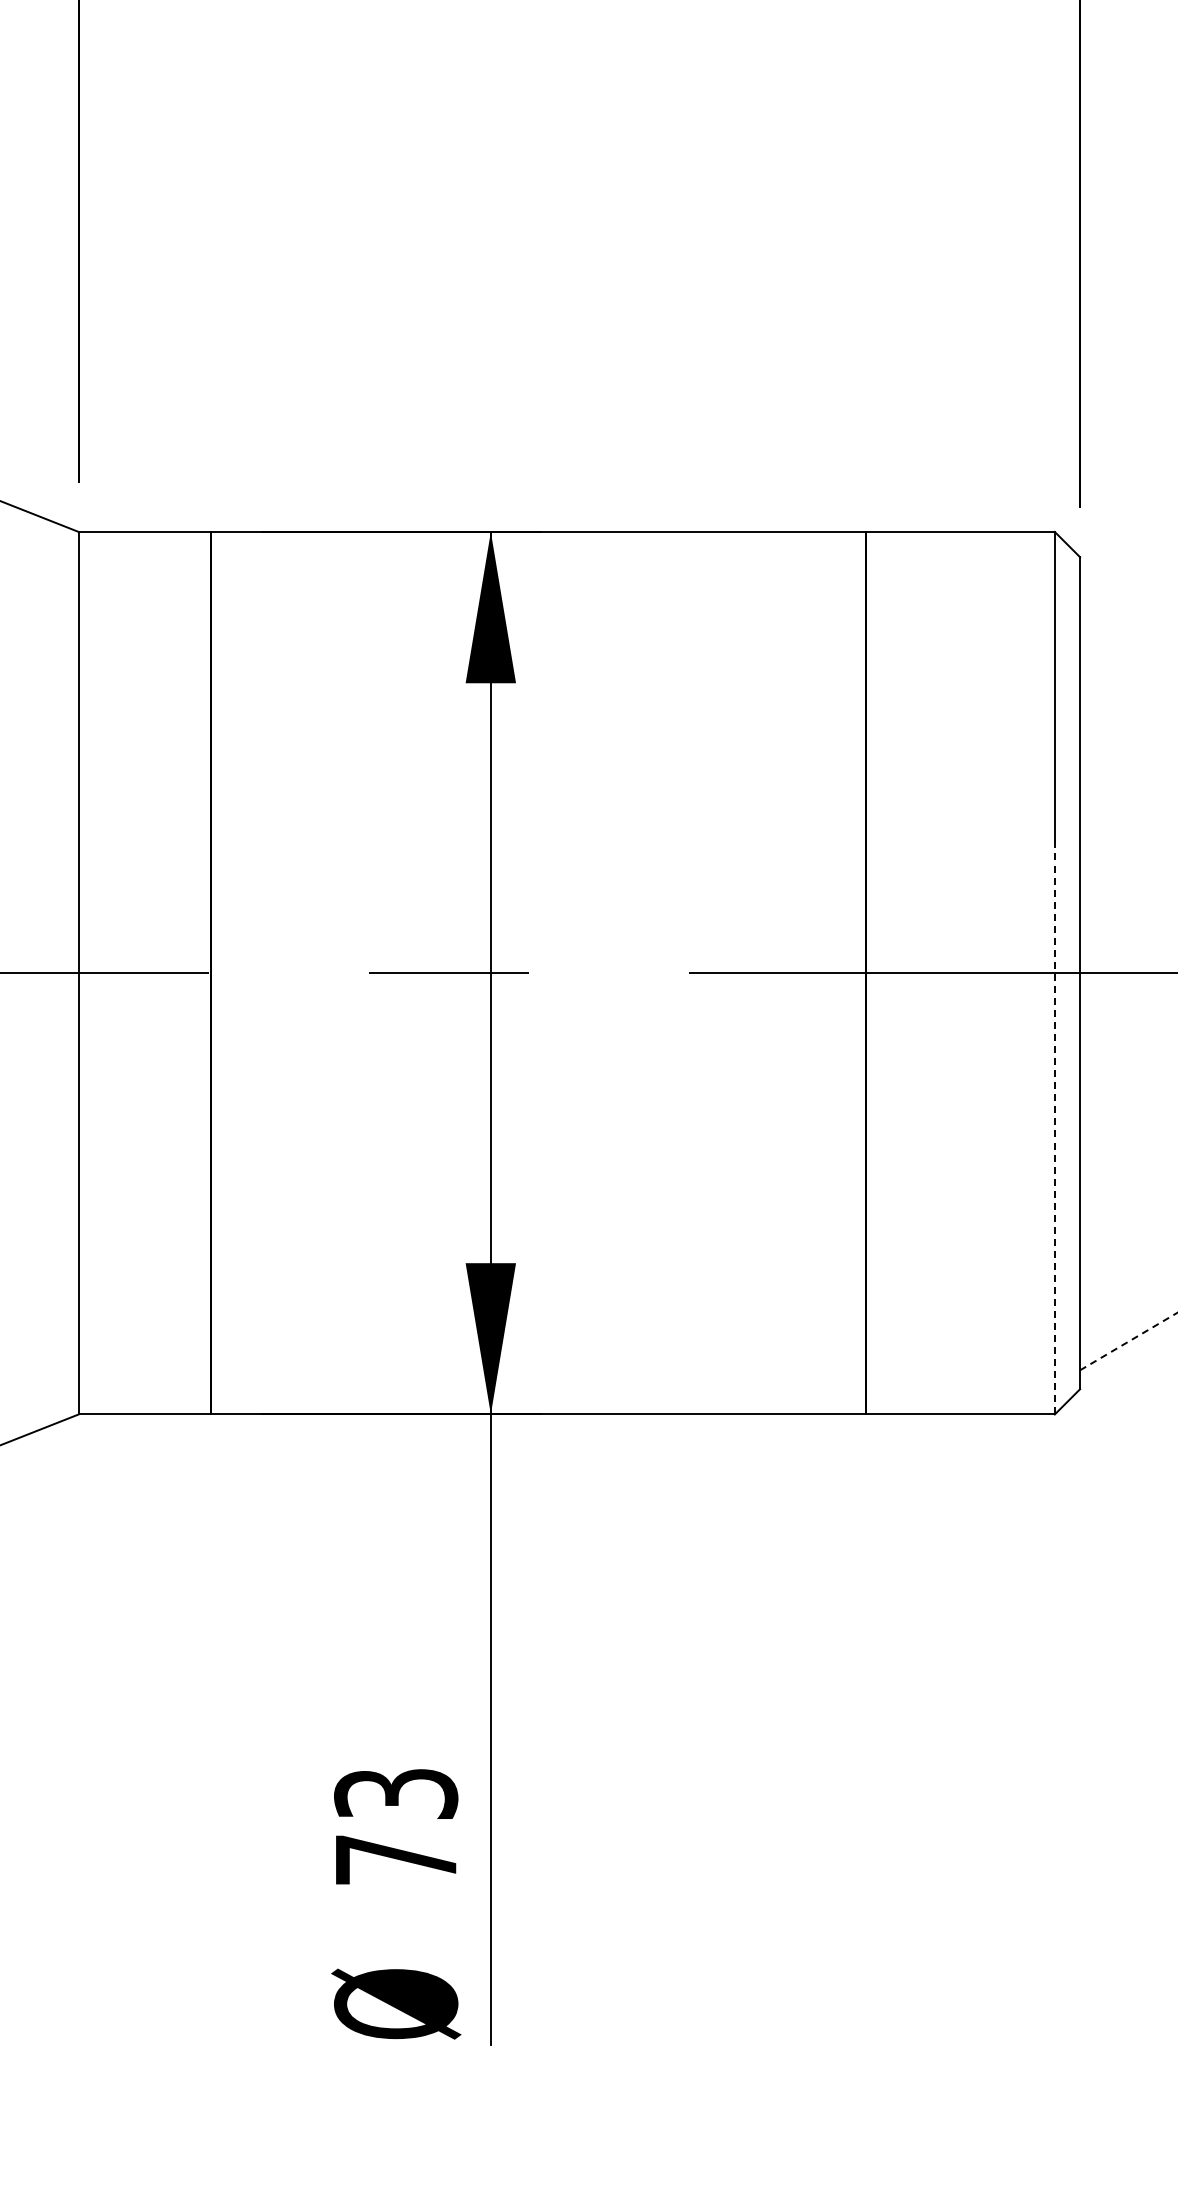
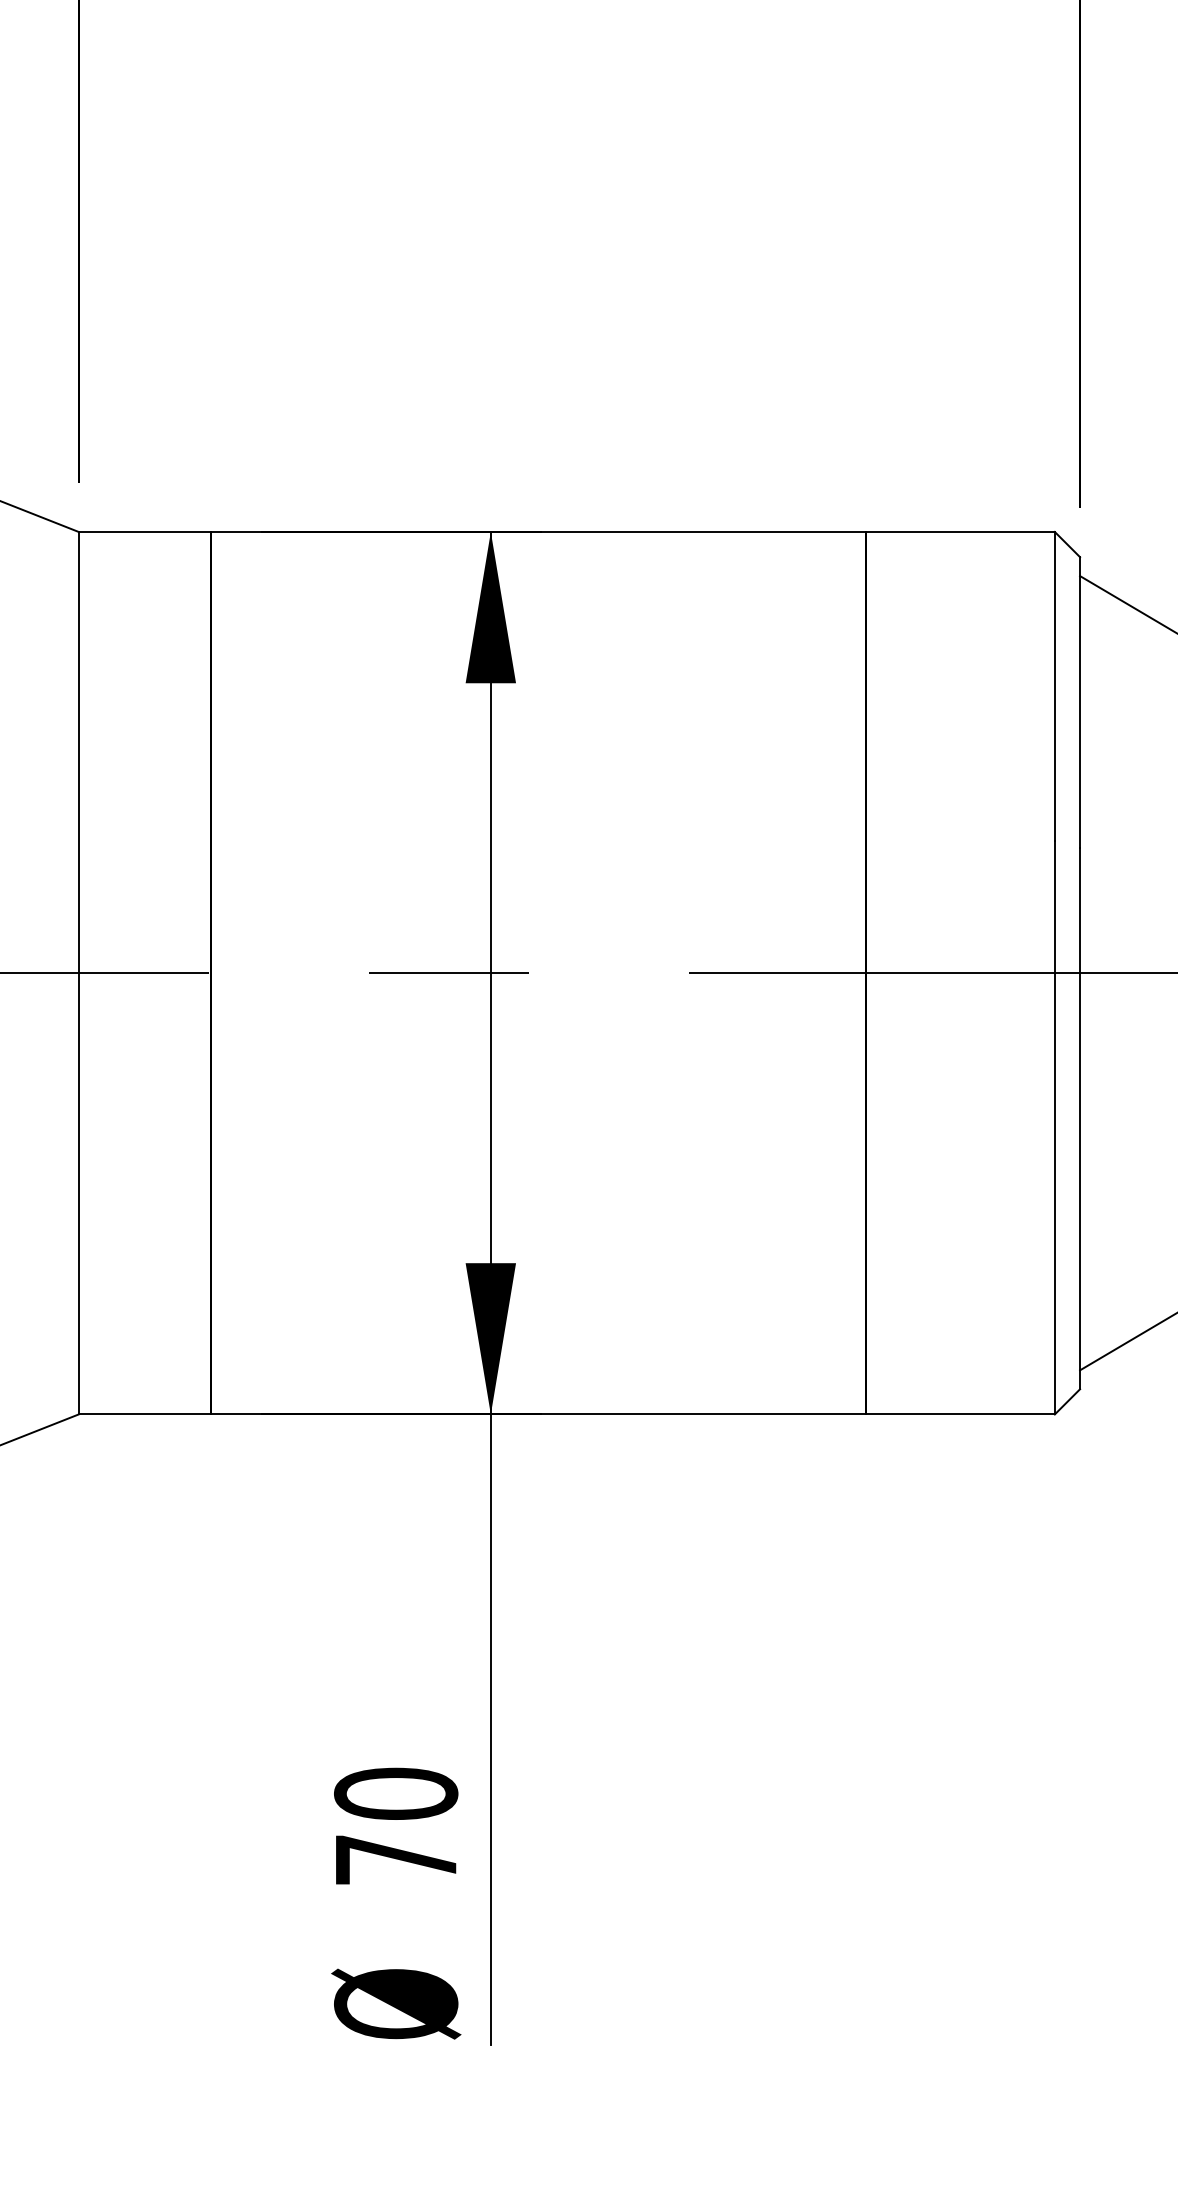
line at (1127, 604): none -> present
line at (1054, 1127): dashed -> solid
line at (1128, 1341): dashed -> solid
text at (396, 1793): 73 -> 70
